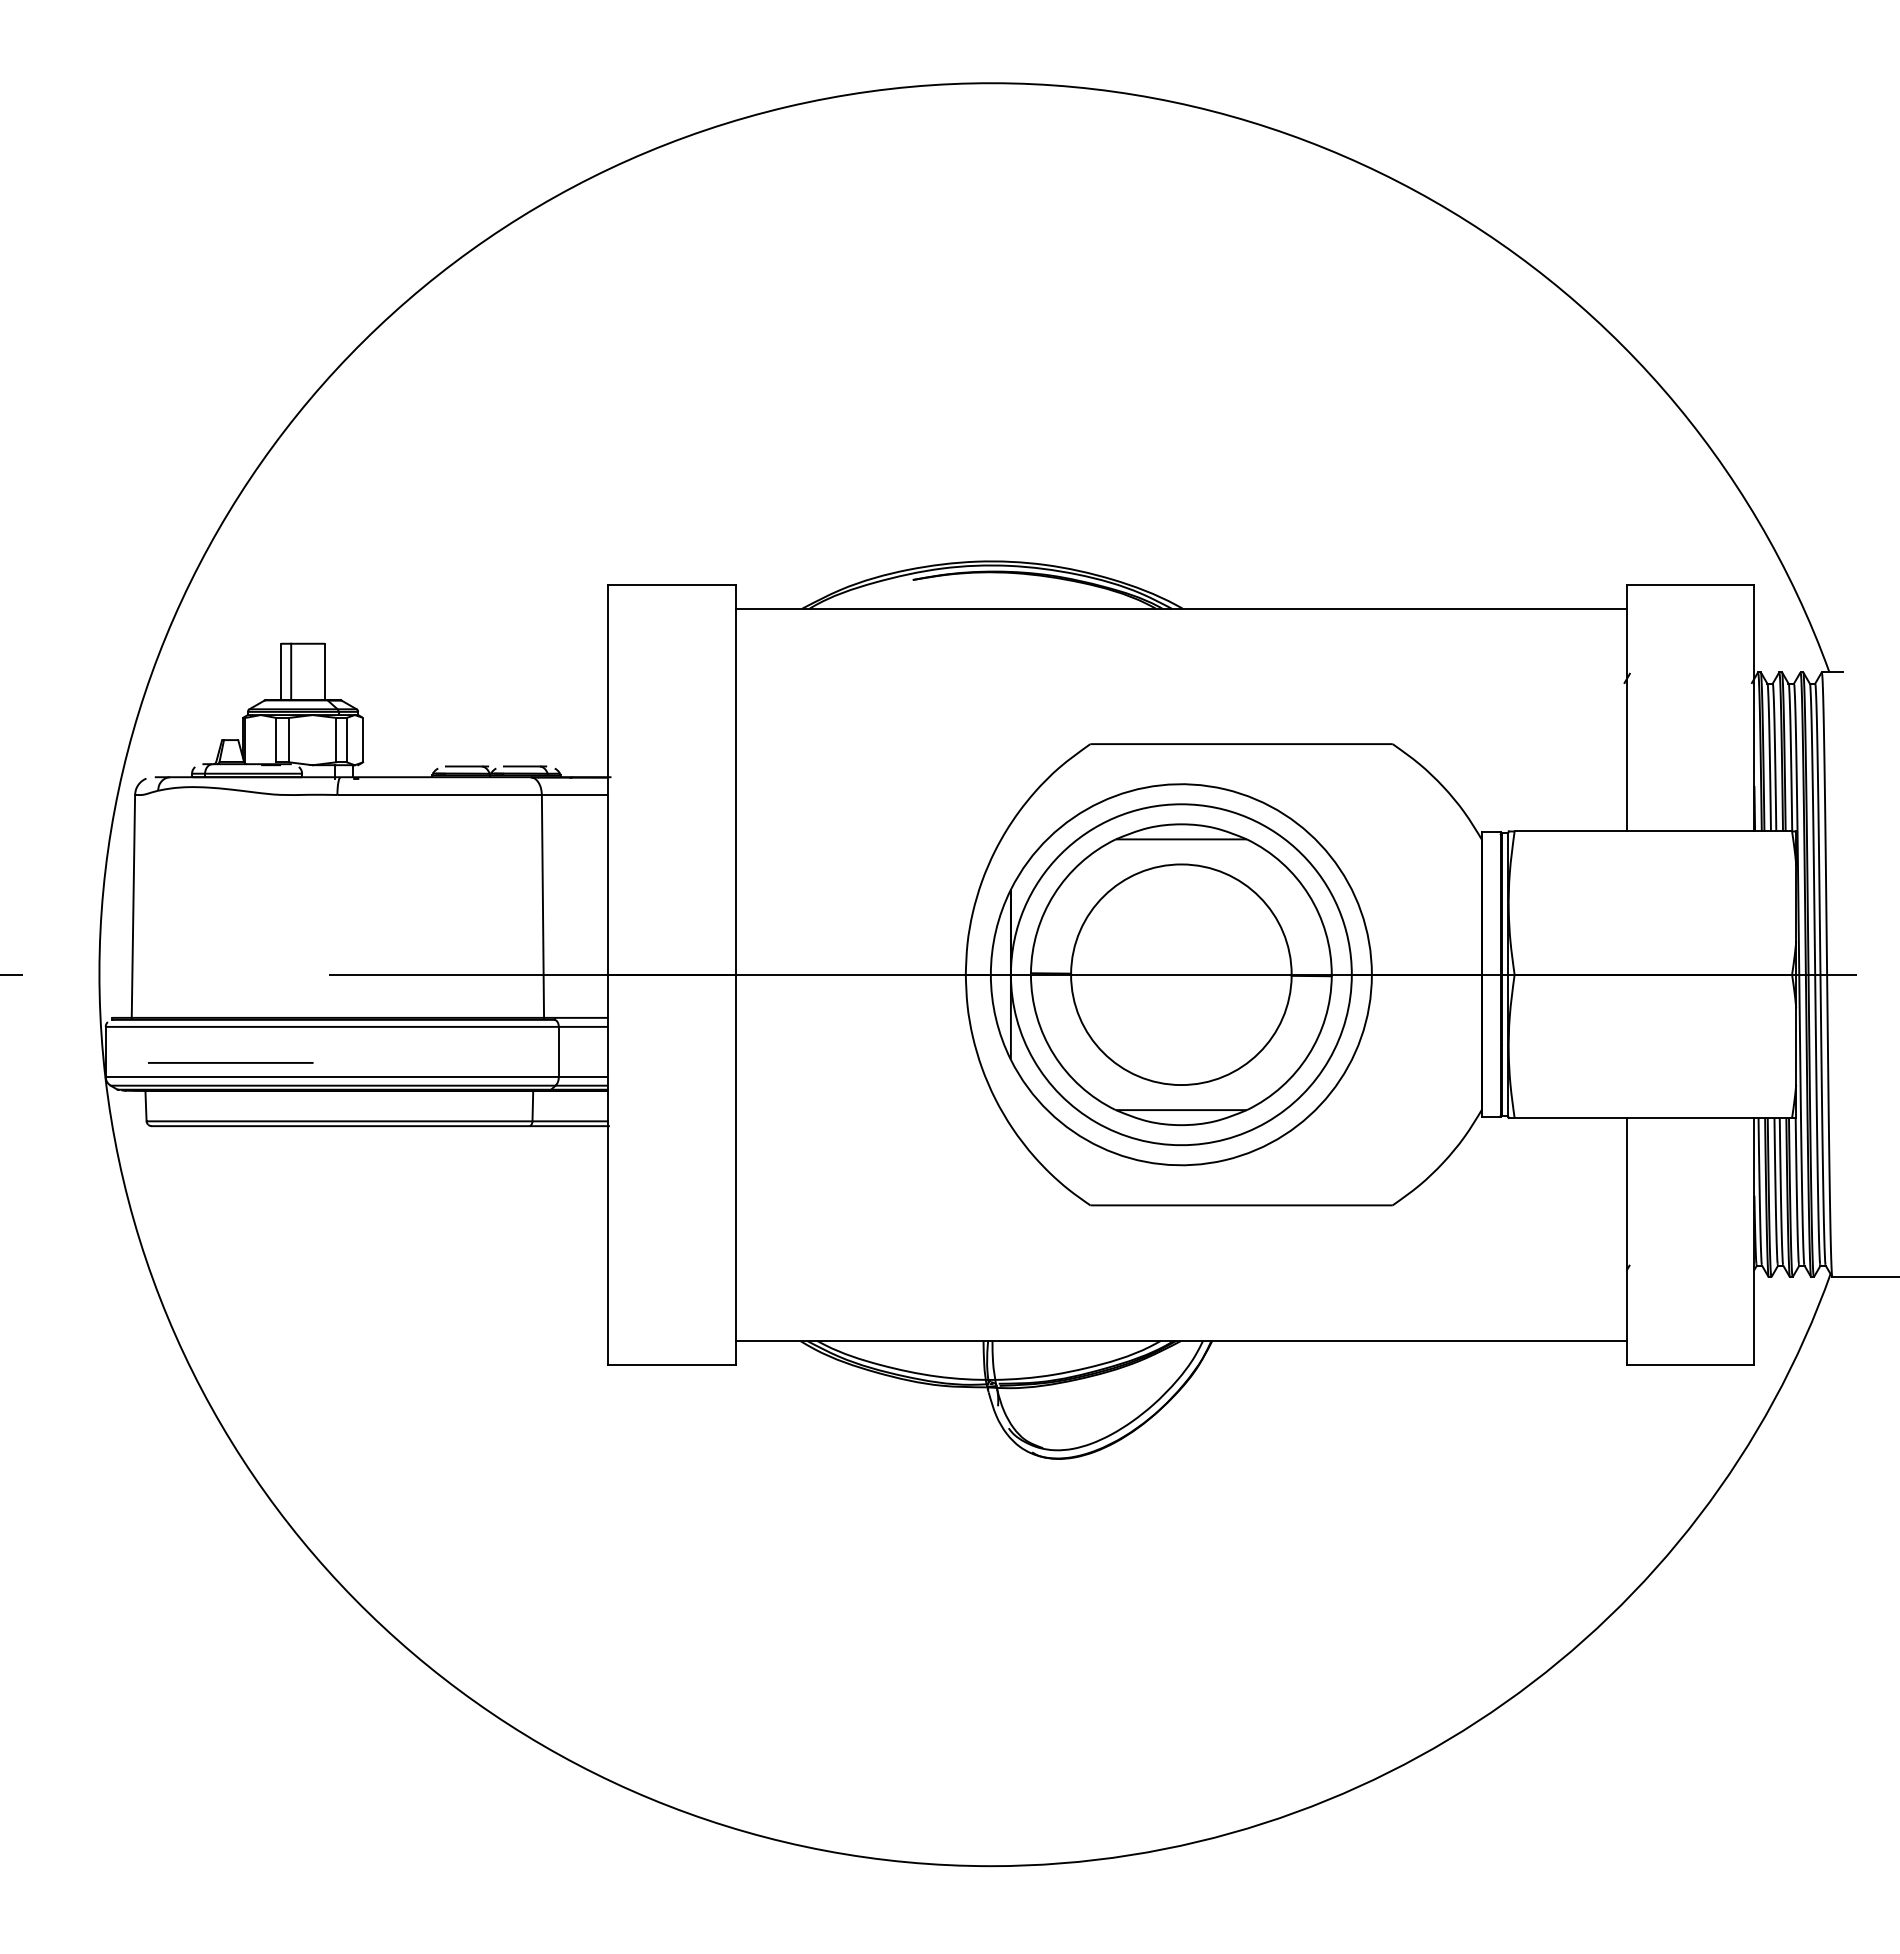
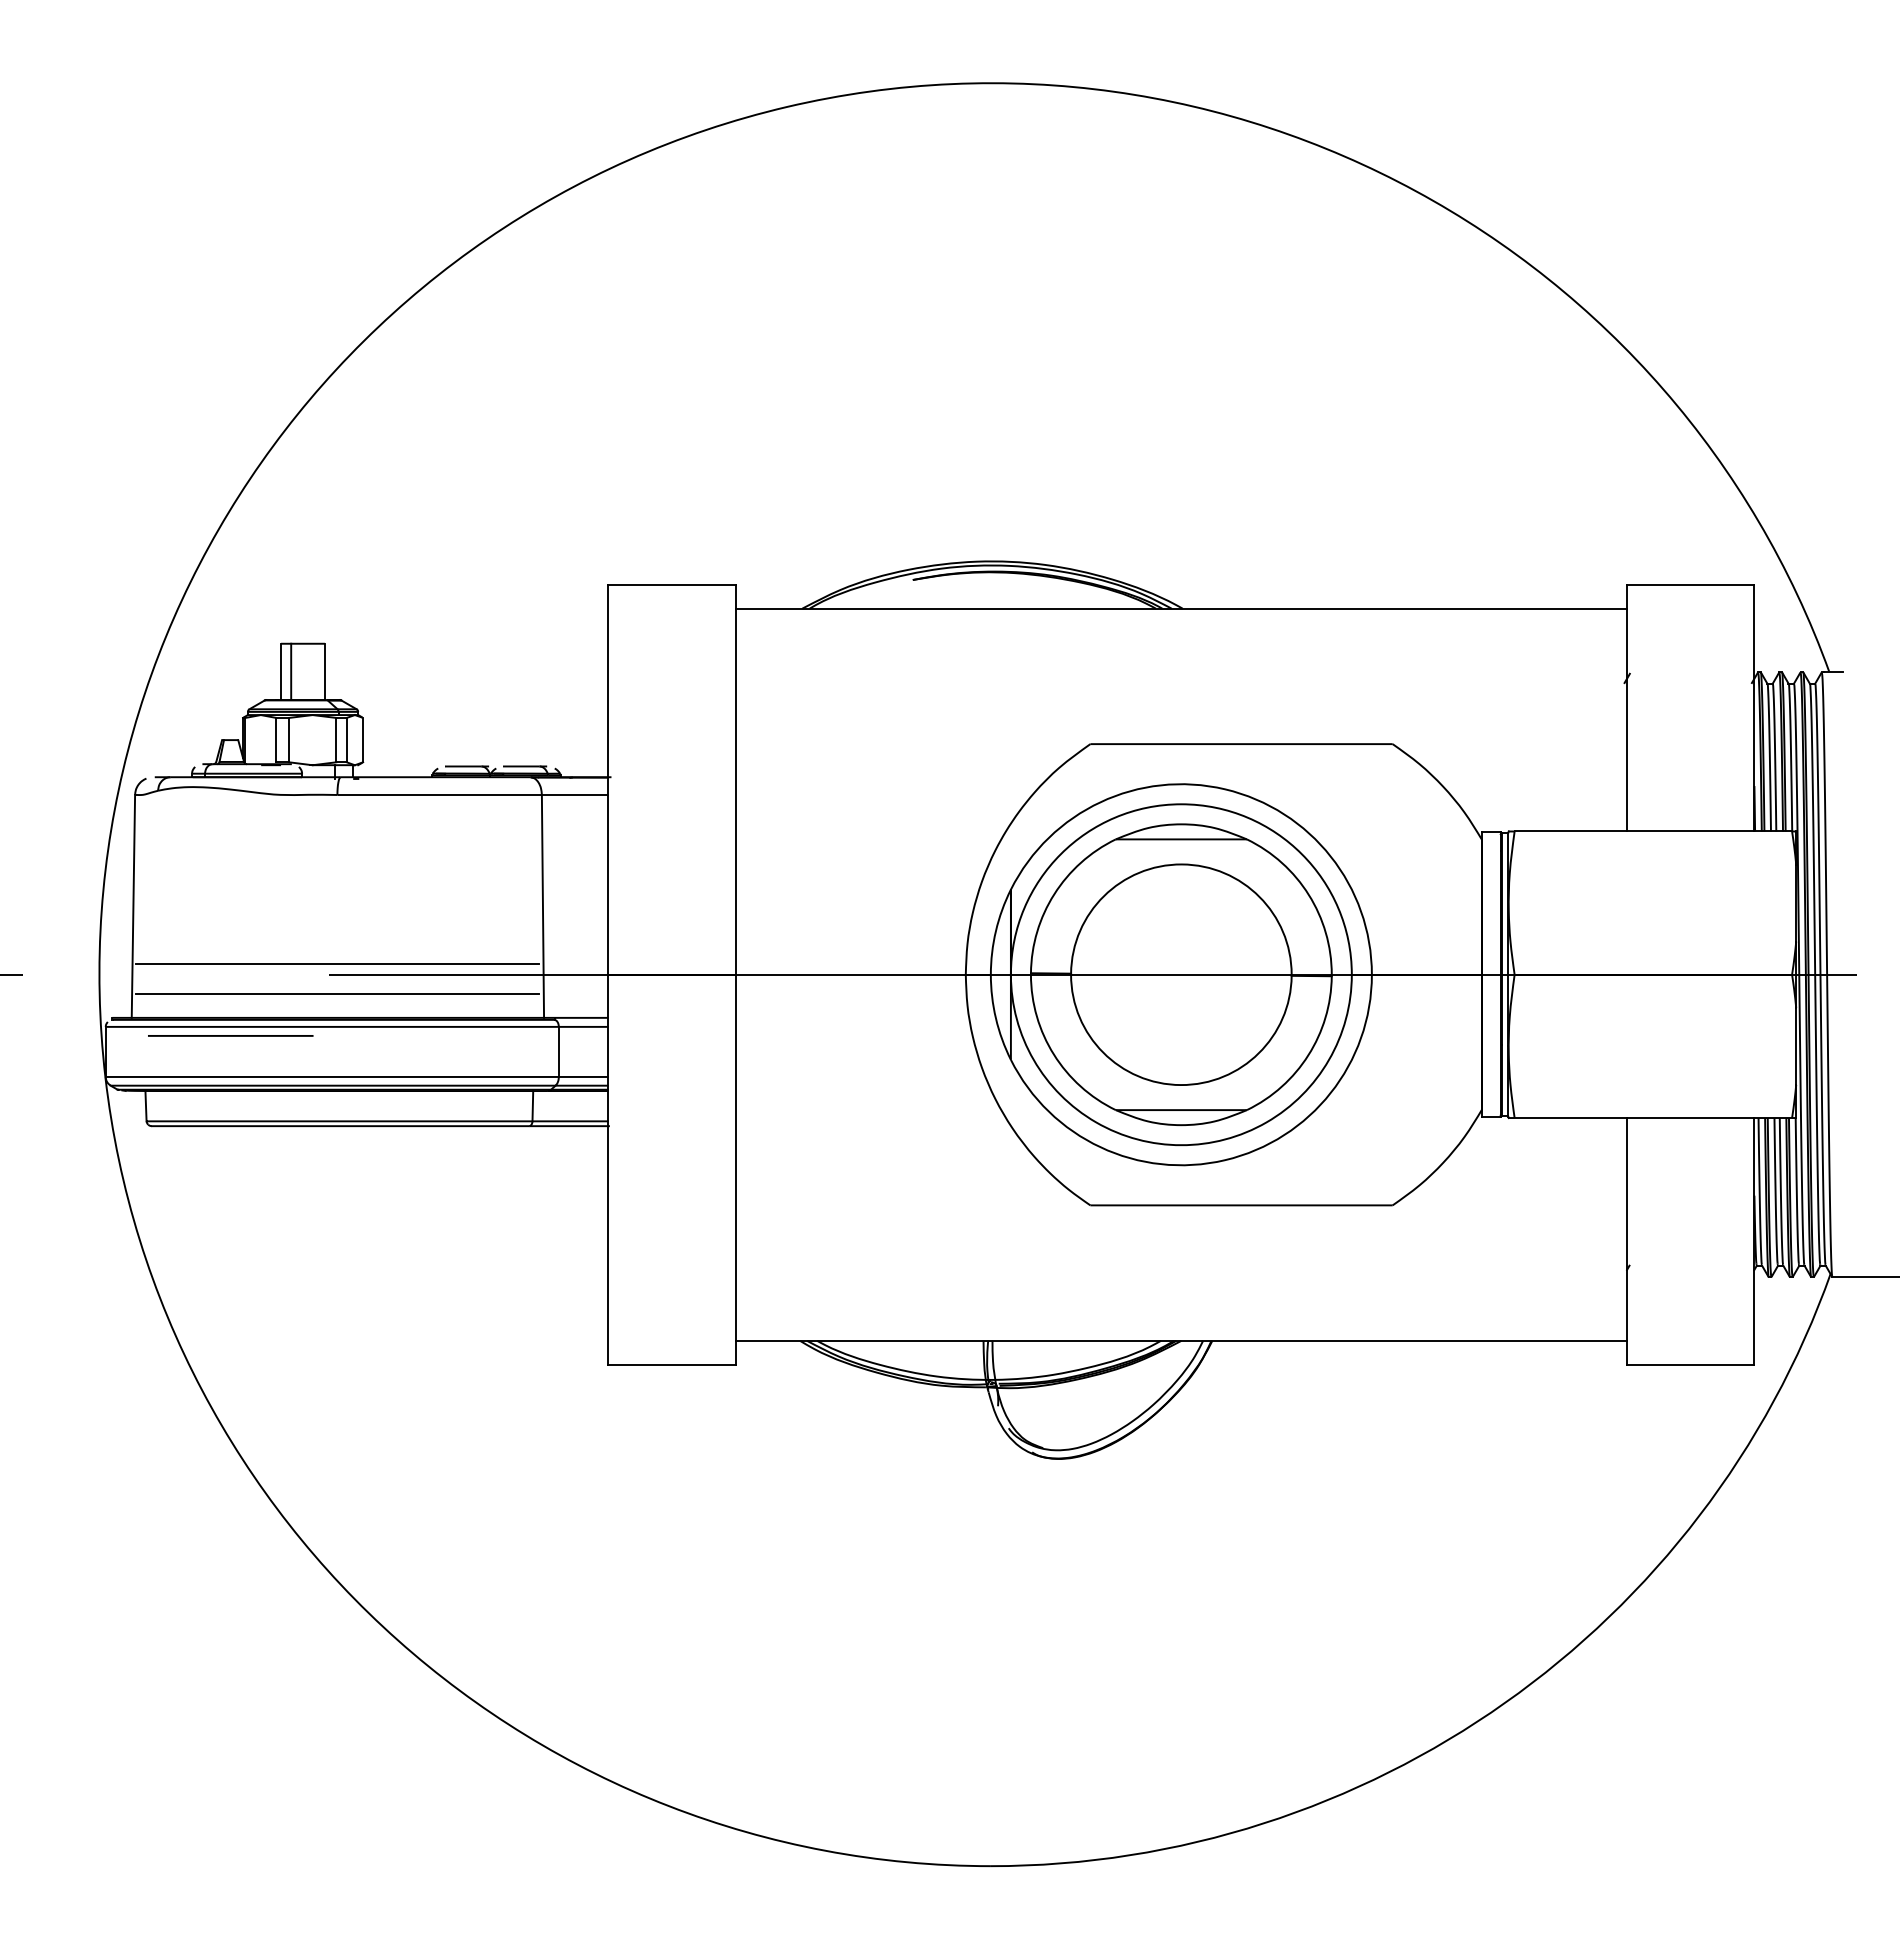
line at (337, 964): none -> present
line at (337, 994): none -> present
line at (230, 1062) position: (230, 1062) -> (230, 1035)
